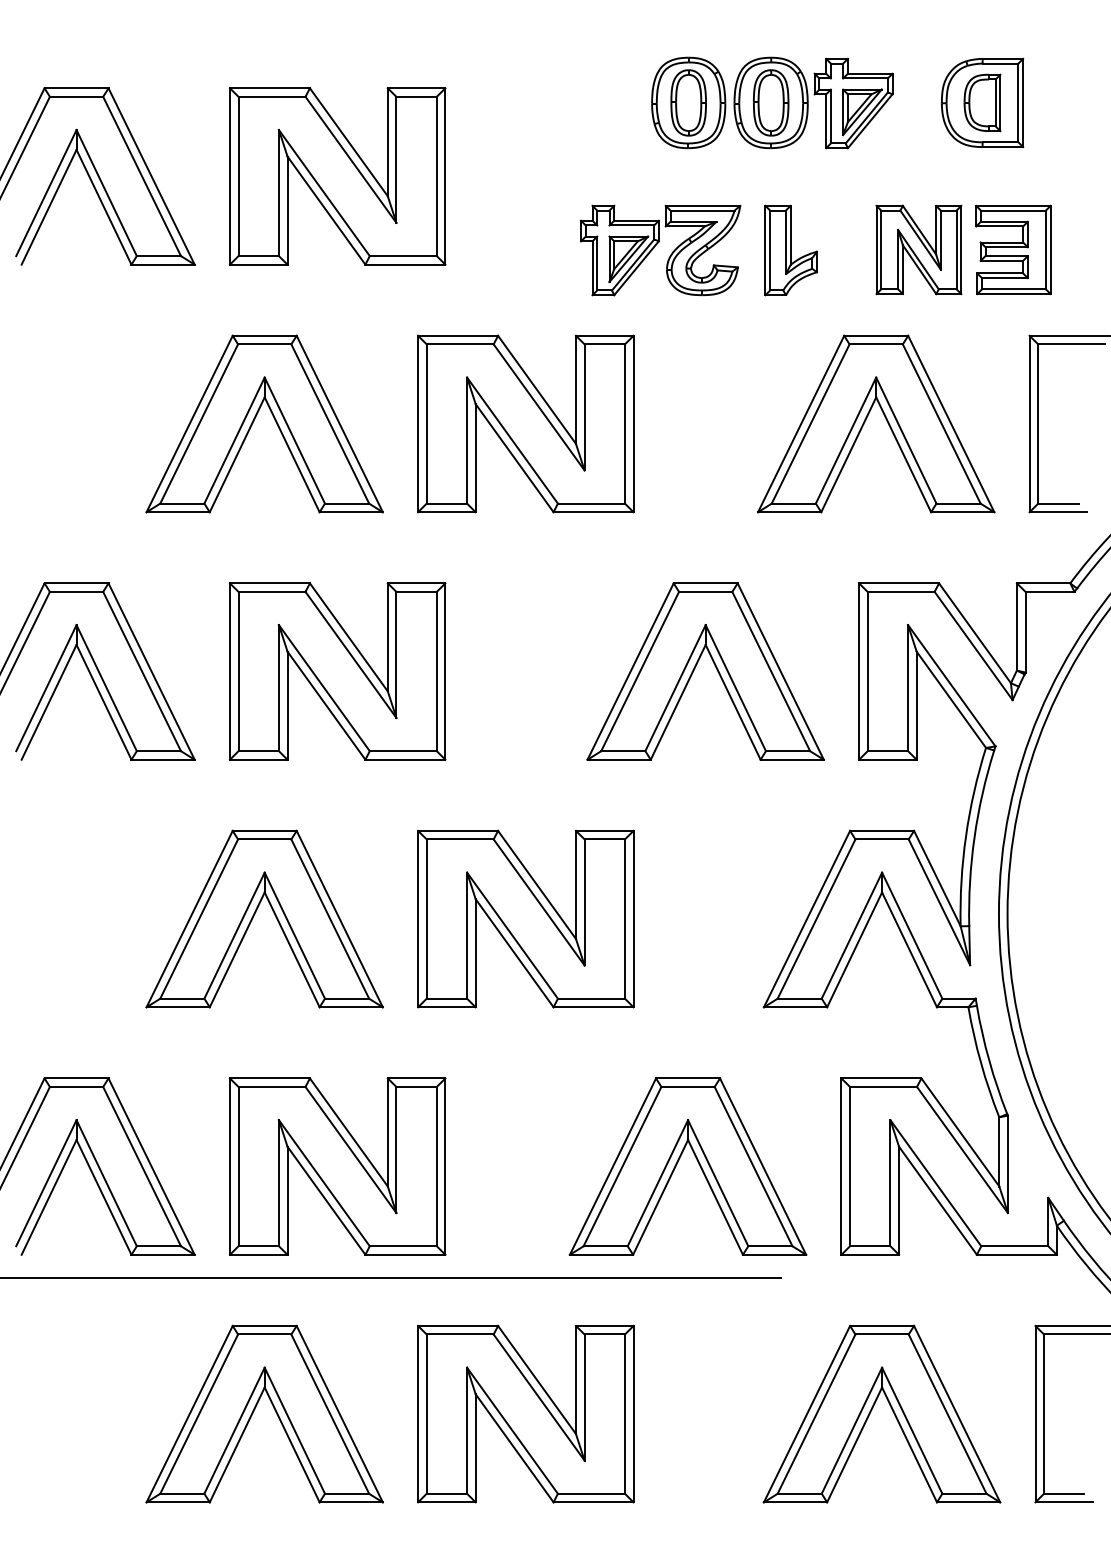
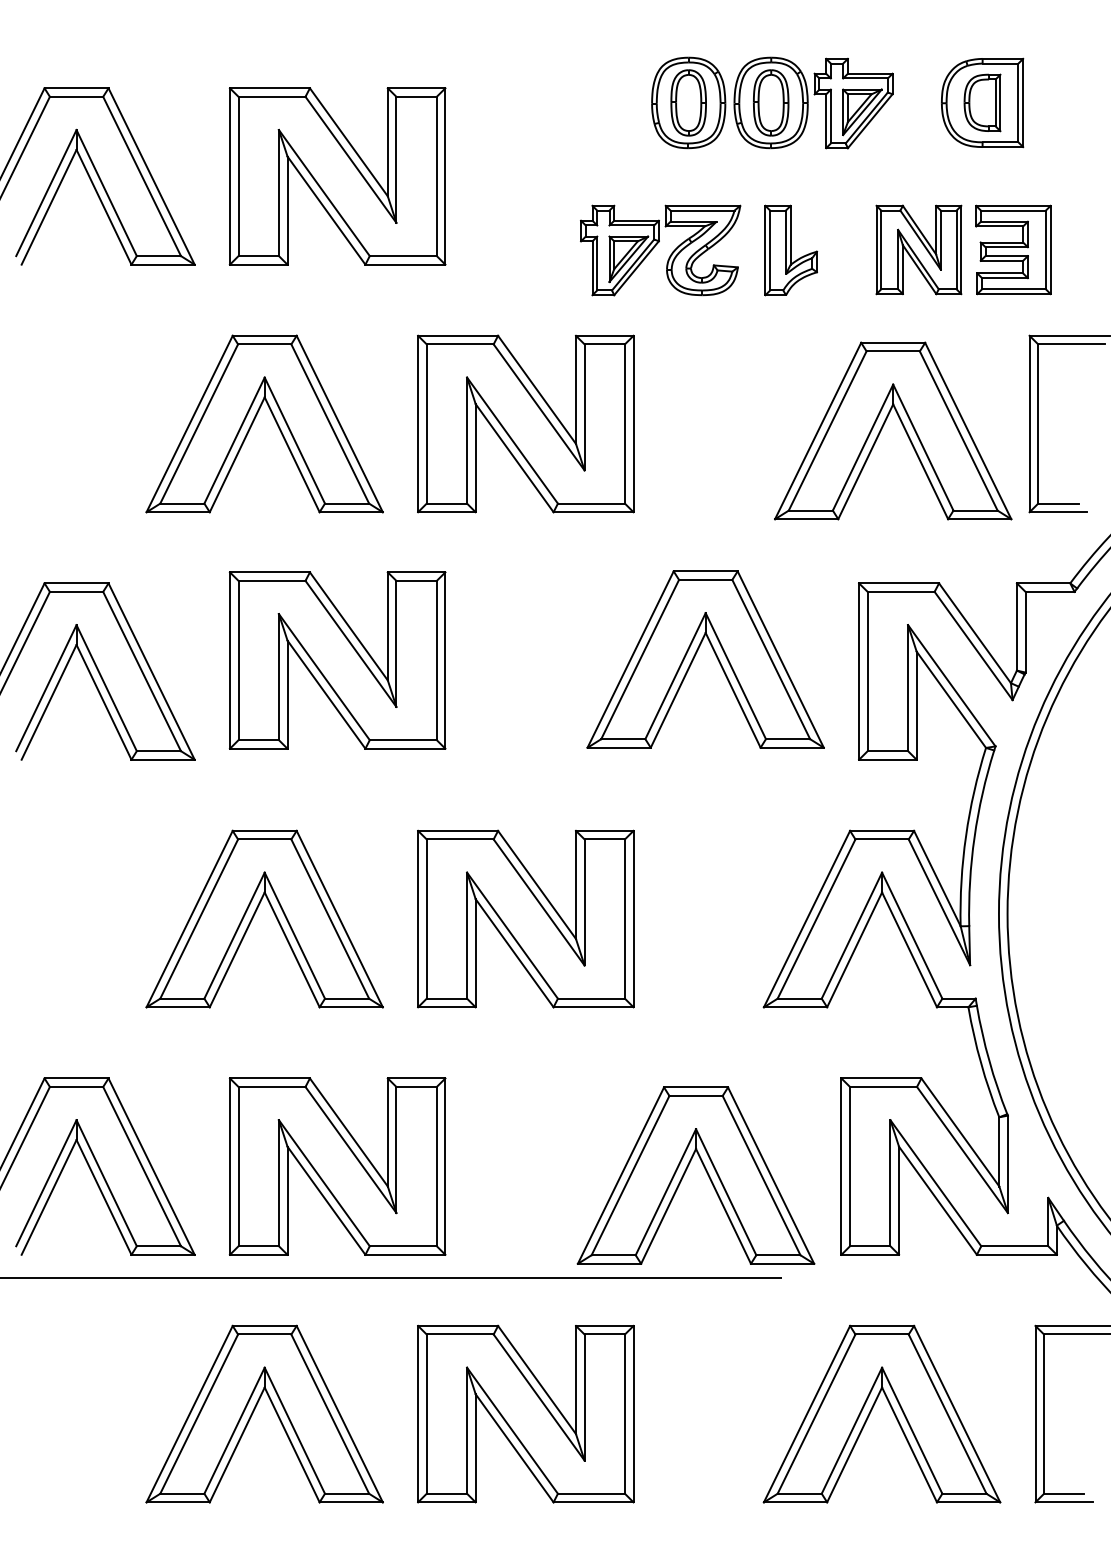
part at (885, 419) position: (885, 419) -> (902, 426)
part at (696, 666) position: (696, 666) -> (696, 654)
part at (337, 671) position: (337, 671) -> (337, 660)
part at (678, 1162) position: (678, 1162) -> (686, 1171)
